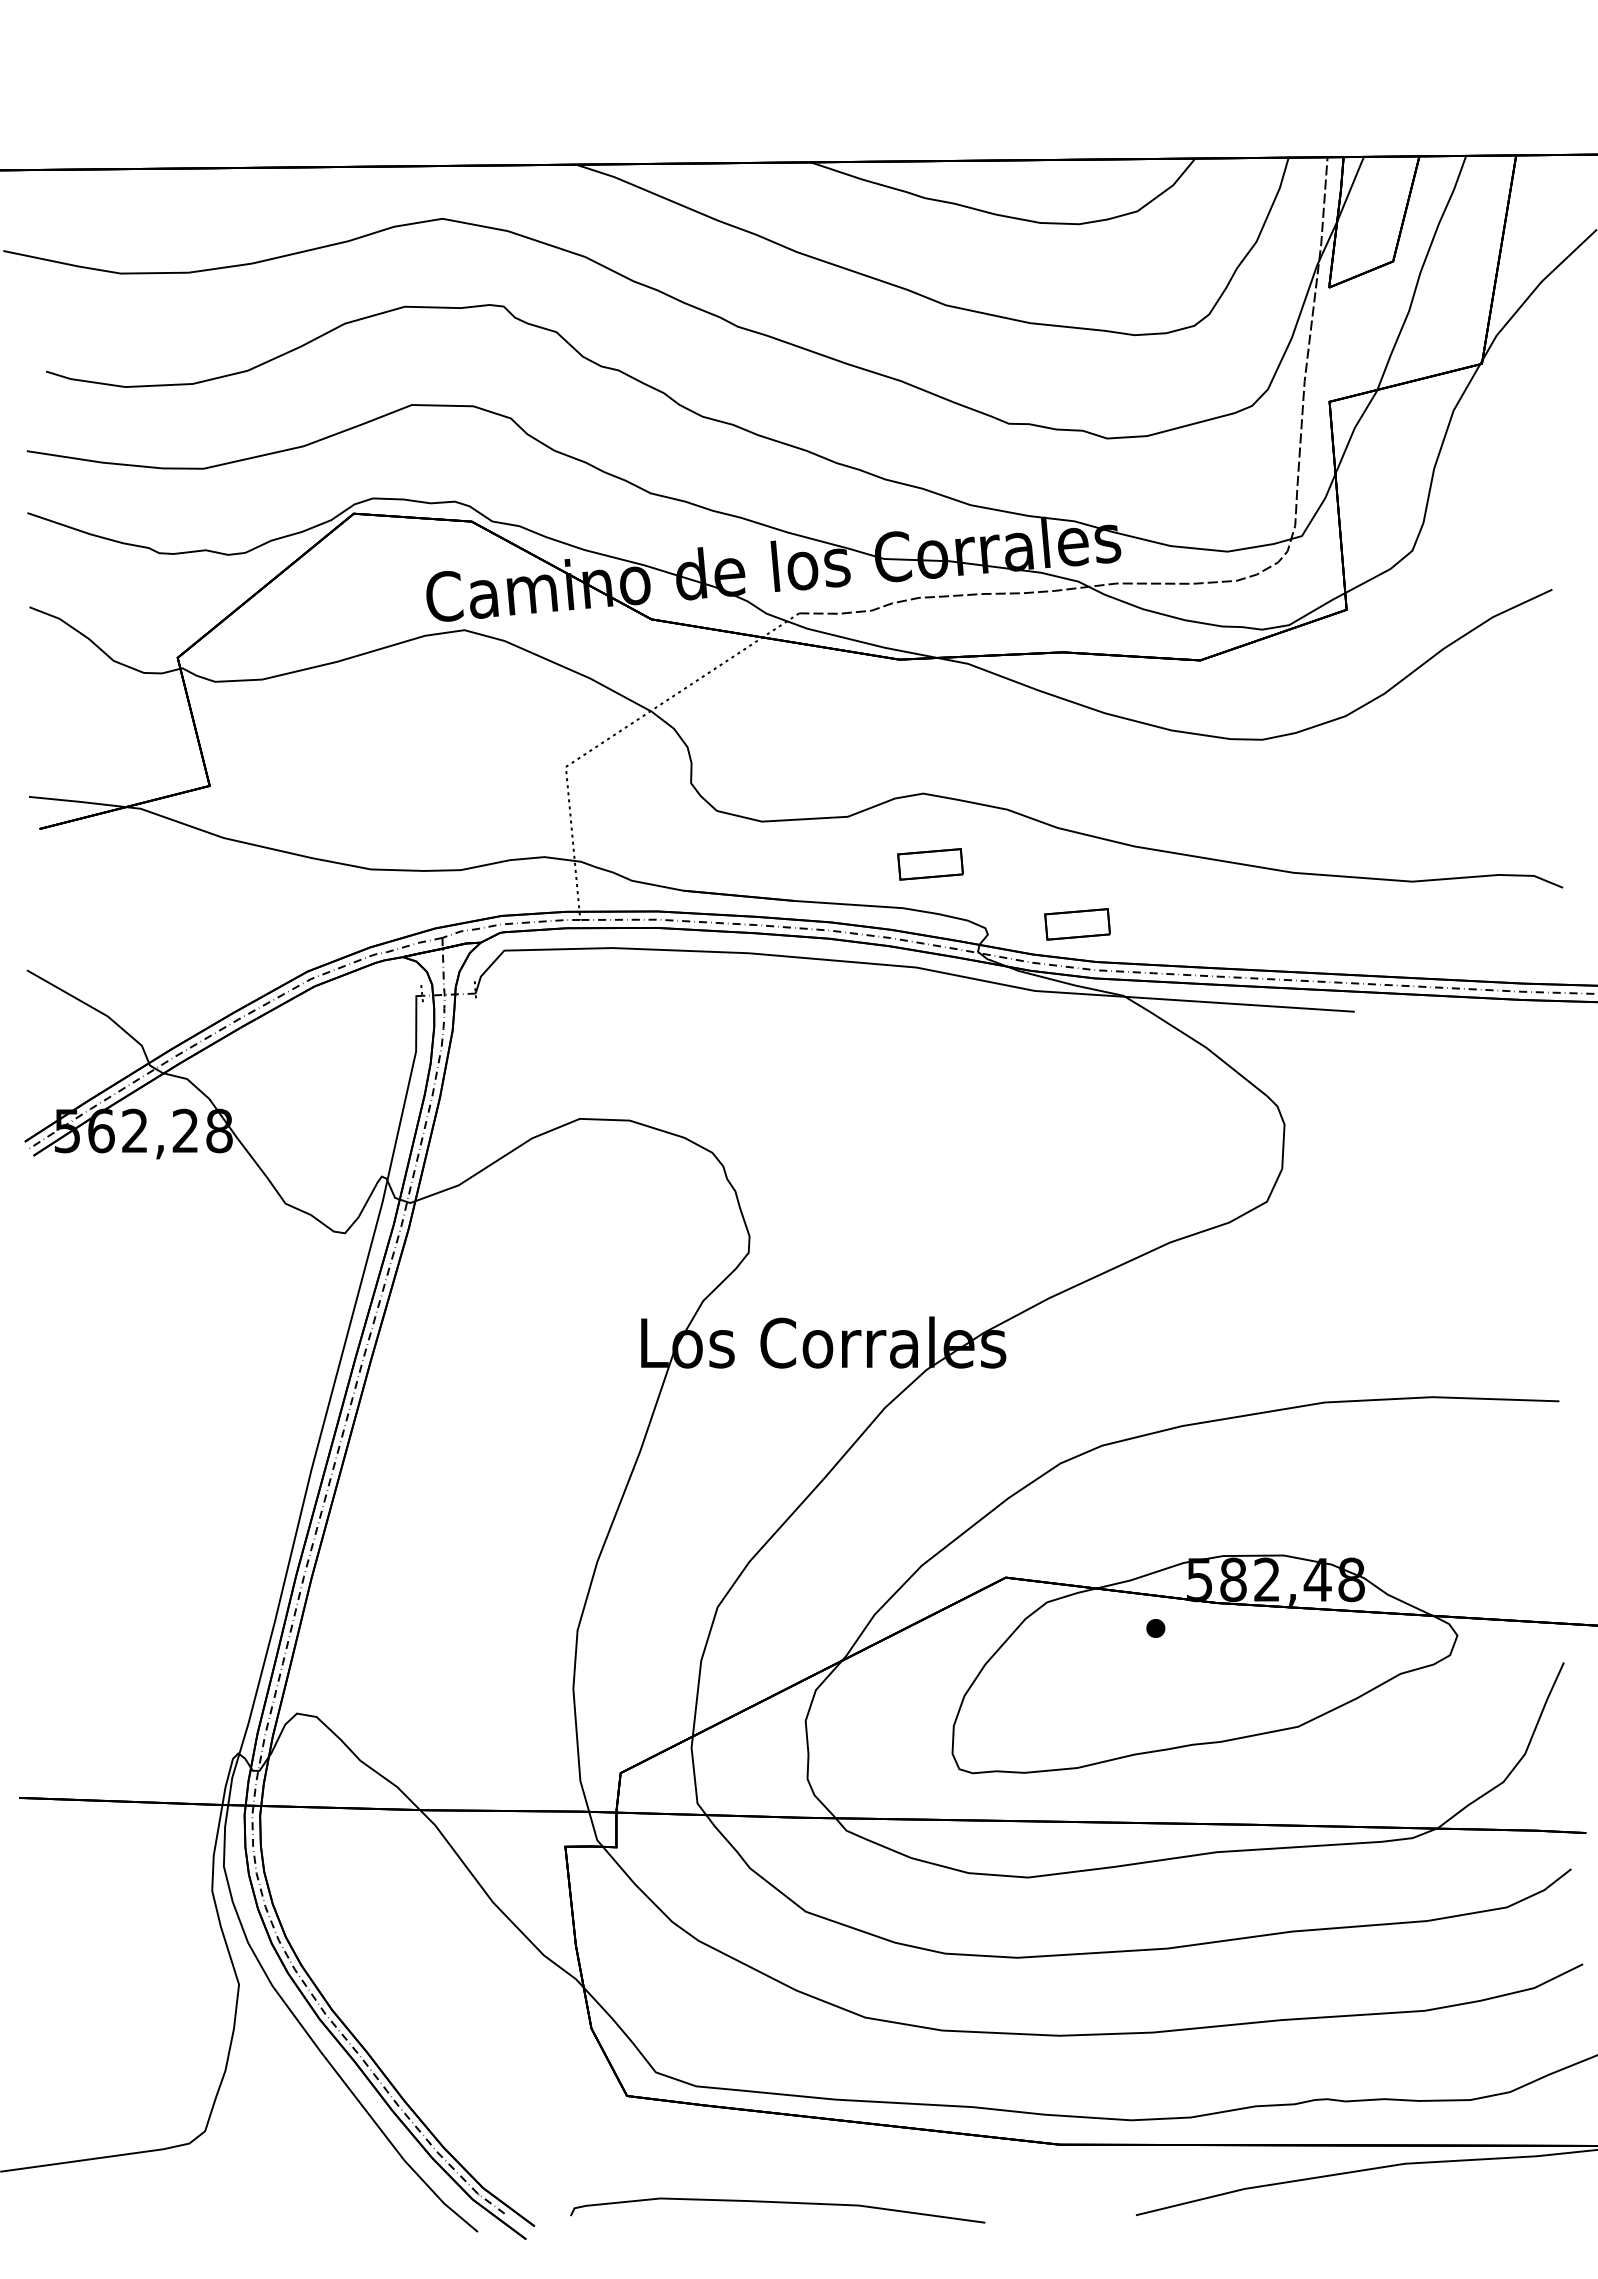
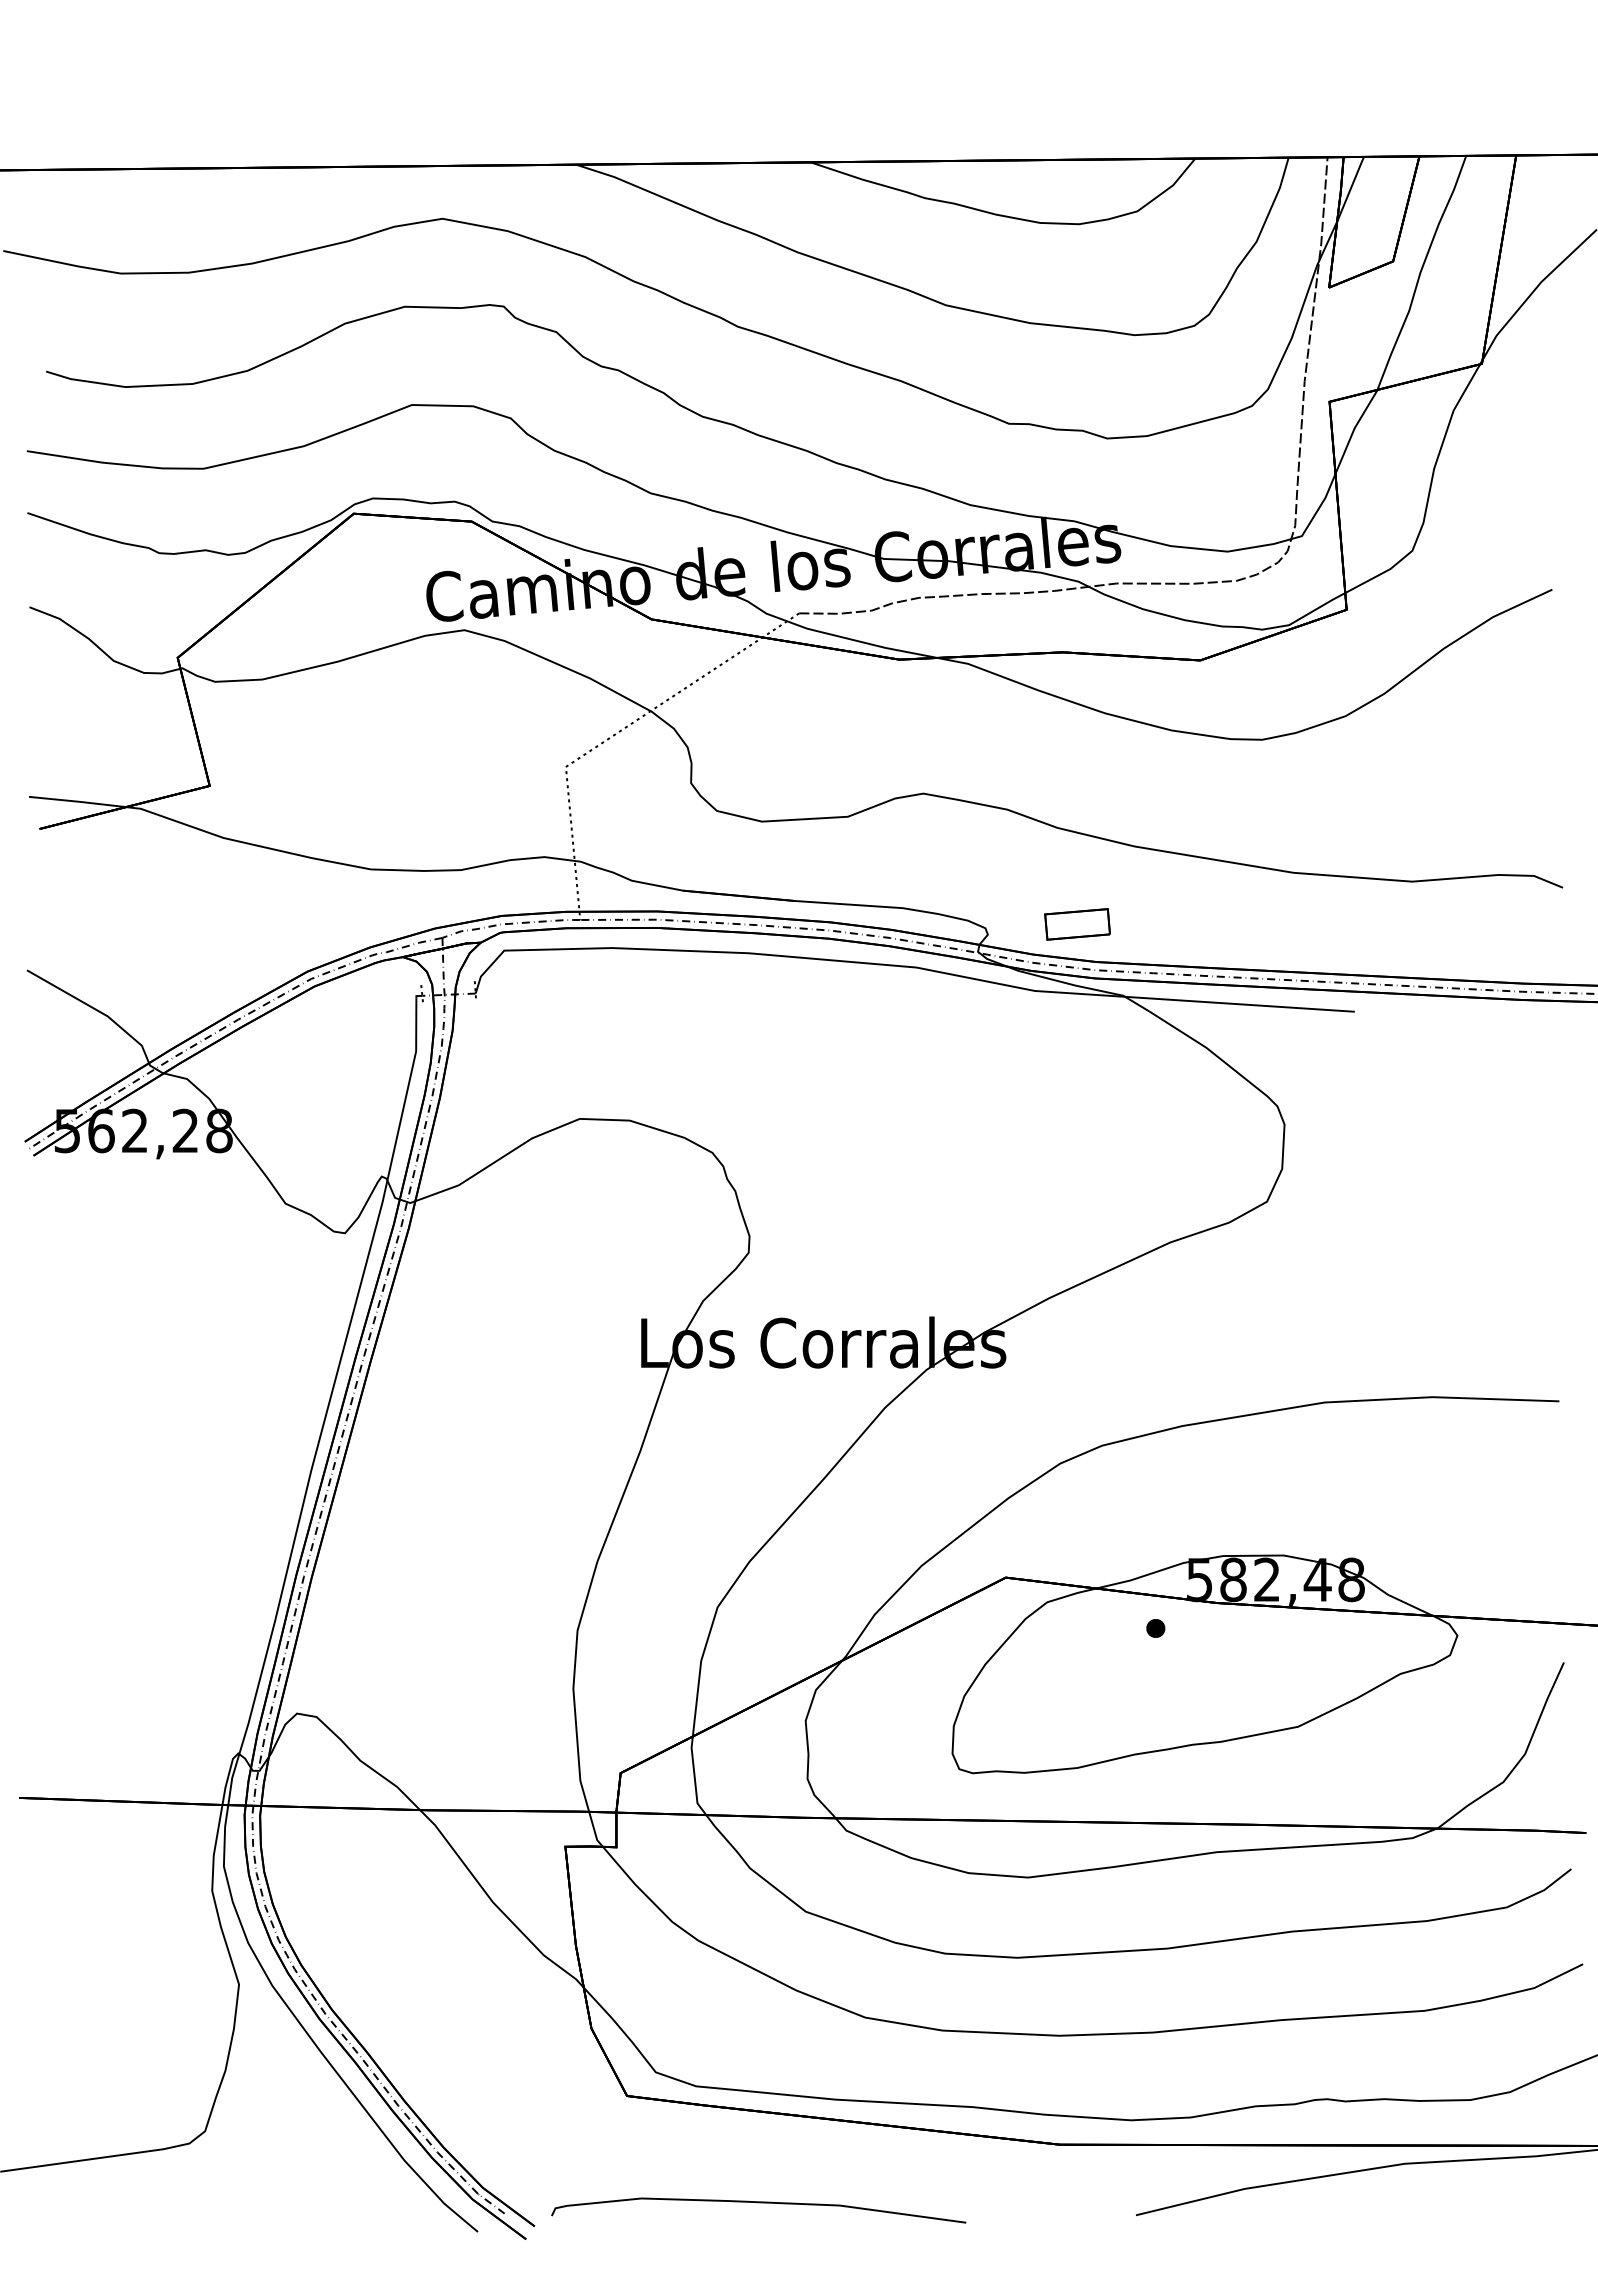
part at (930, 864): present -> none
curve at (777, 2203) position: (777, 2203) -> (758, 2203)
